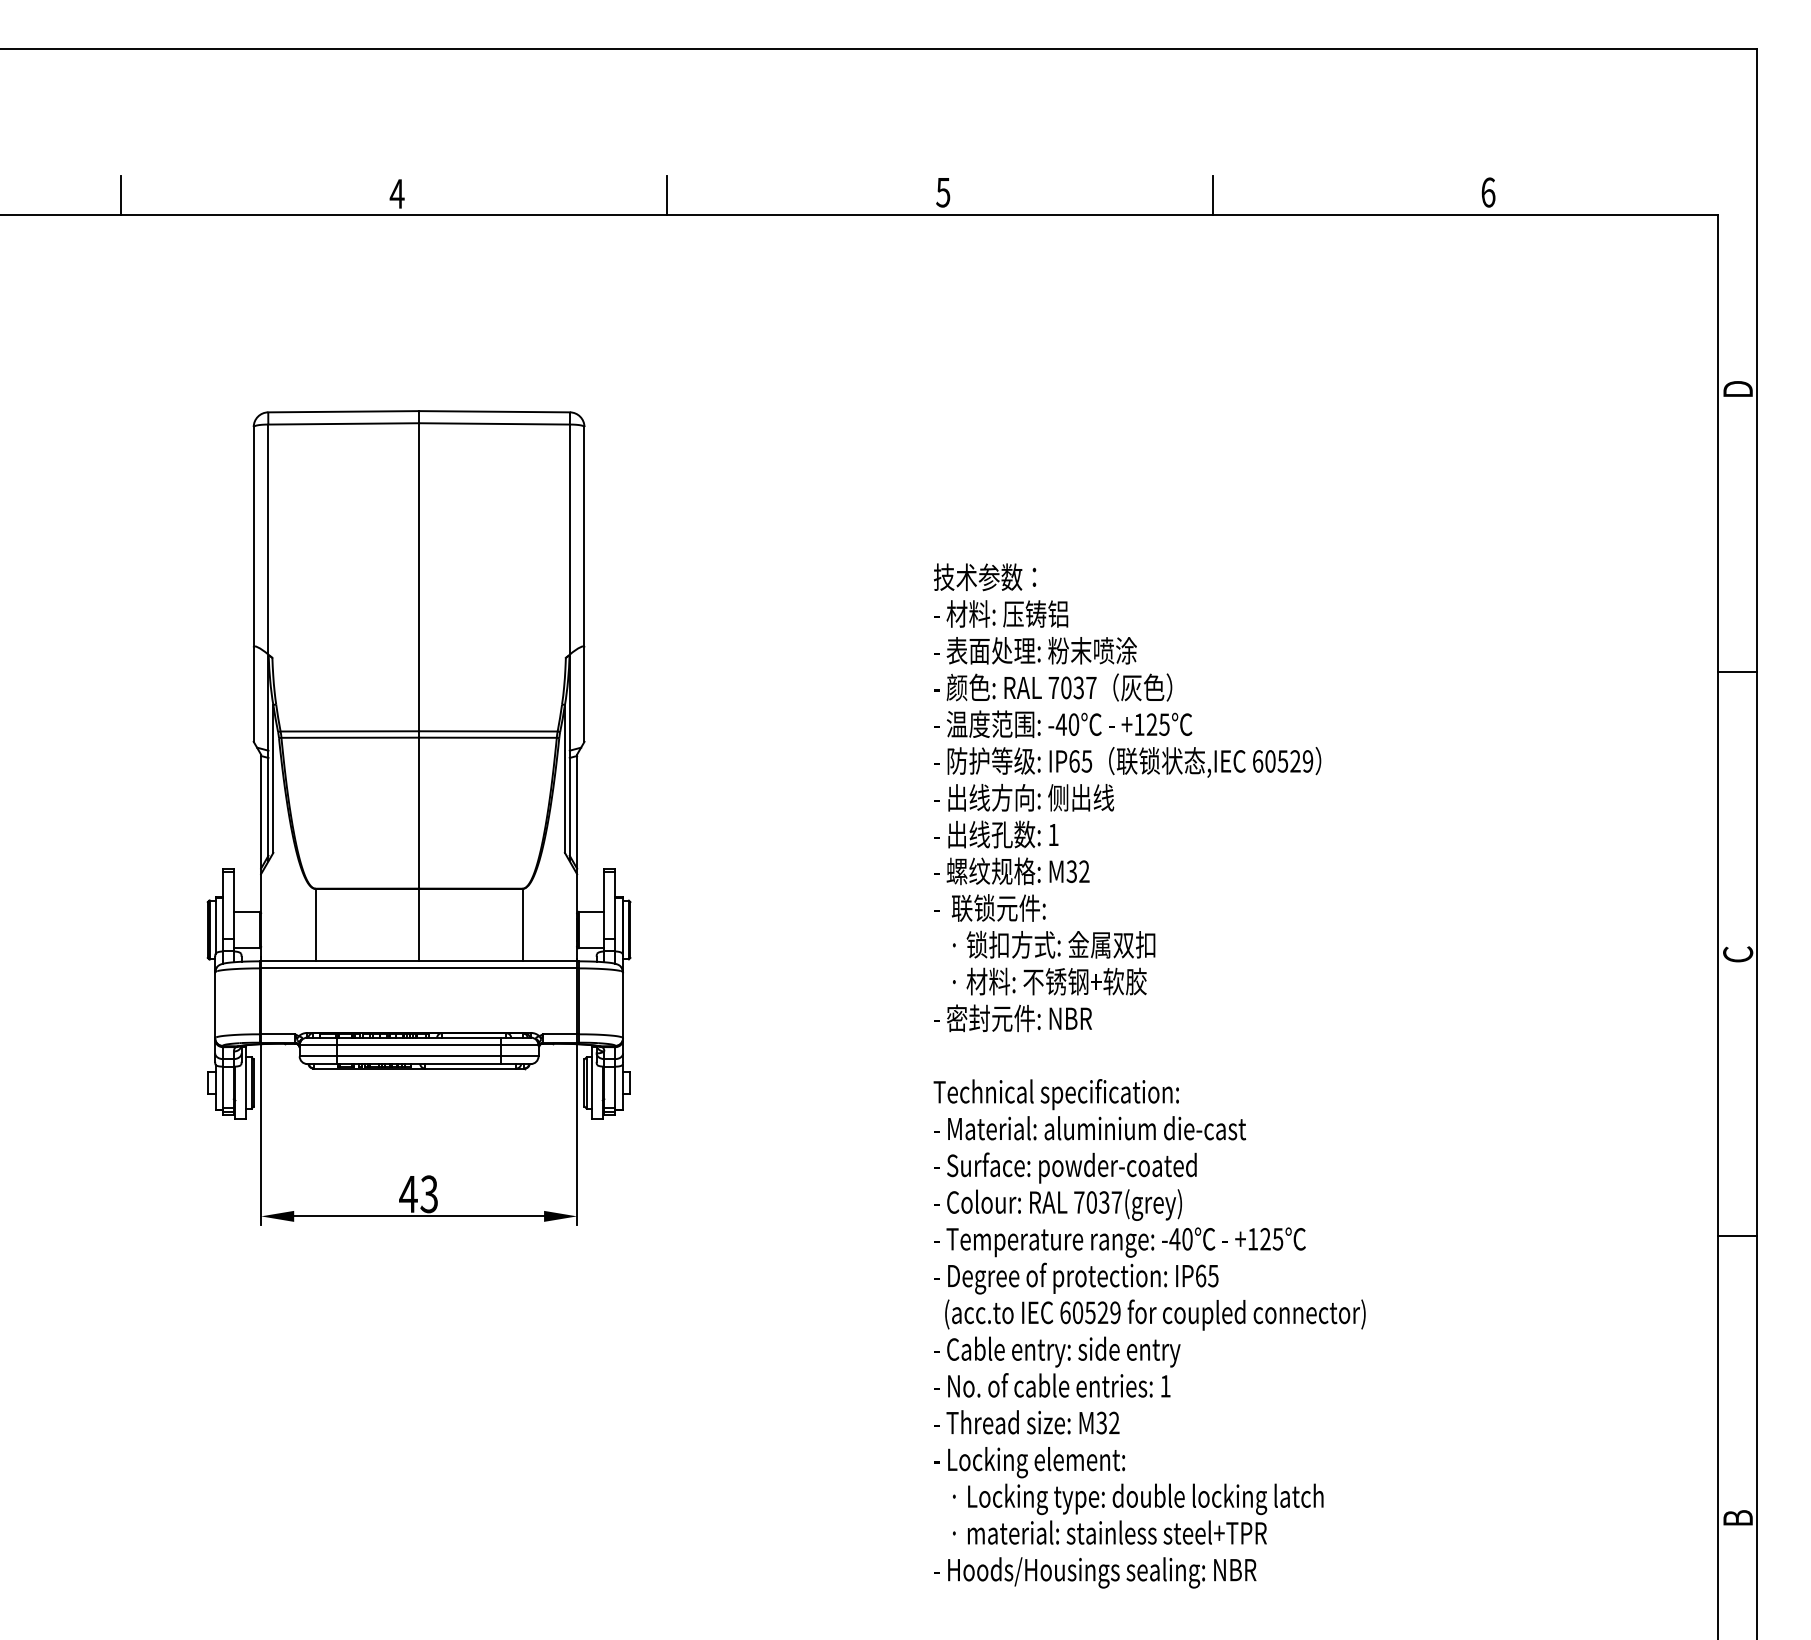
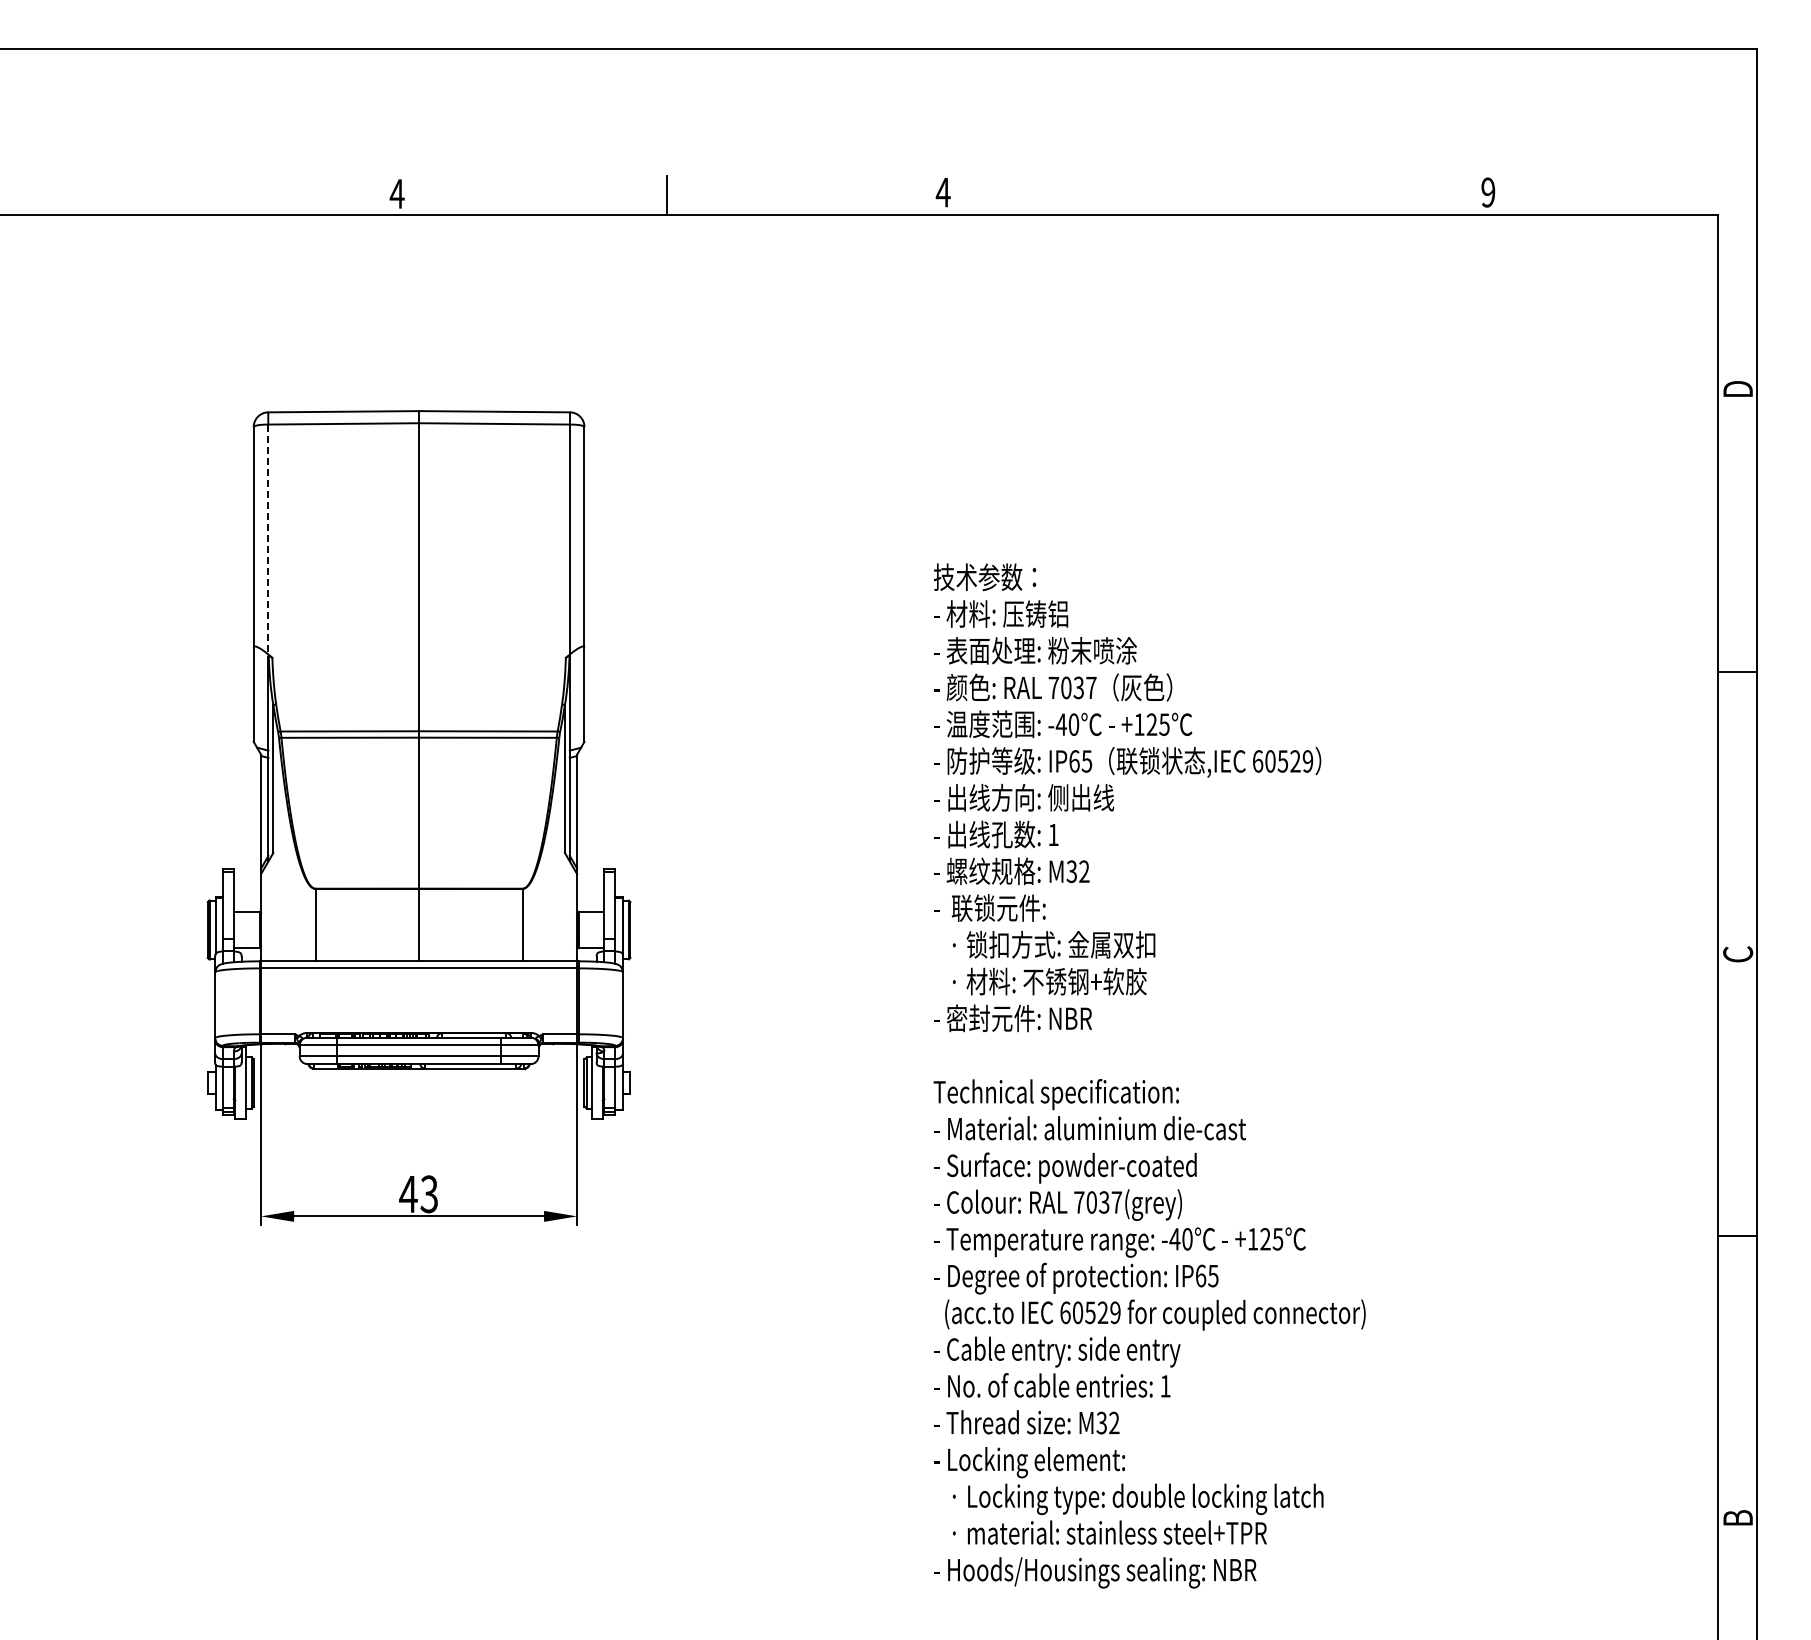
text at (942, 192): 5 -> 4
text at (1488, 192): 6 -> 9
line at (120, 195): present -> none
line at (1212, 195): present -> none
line at (268, 539): solid -> dashed
